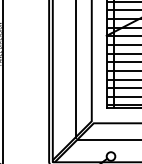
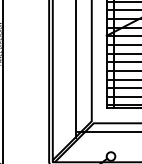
line at (107, 139) position: (107, 139) -> (107, 131)
